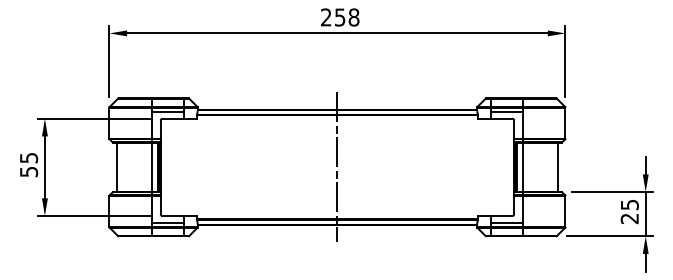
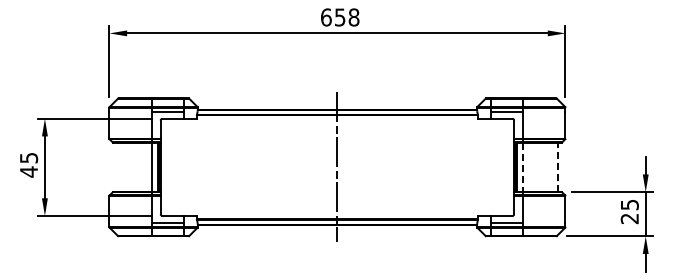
text at (326, 17): 258 -> 658
line at (116, 167): present -> none
line at (523, 167): solid -> dashed
line at (558, 167): solid -> dashed
text at (29, 171): 55 -> 45
